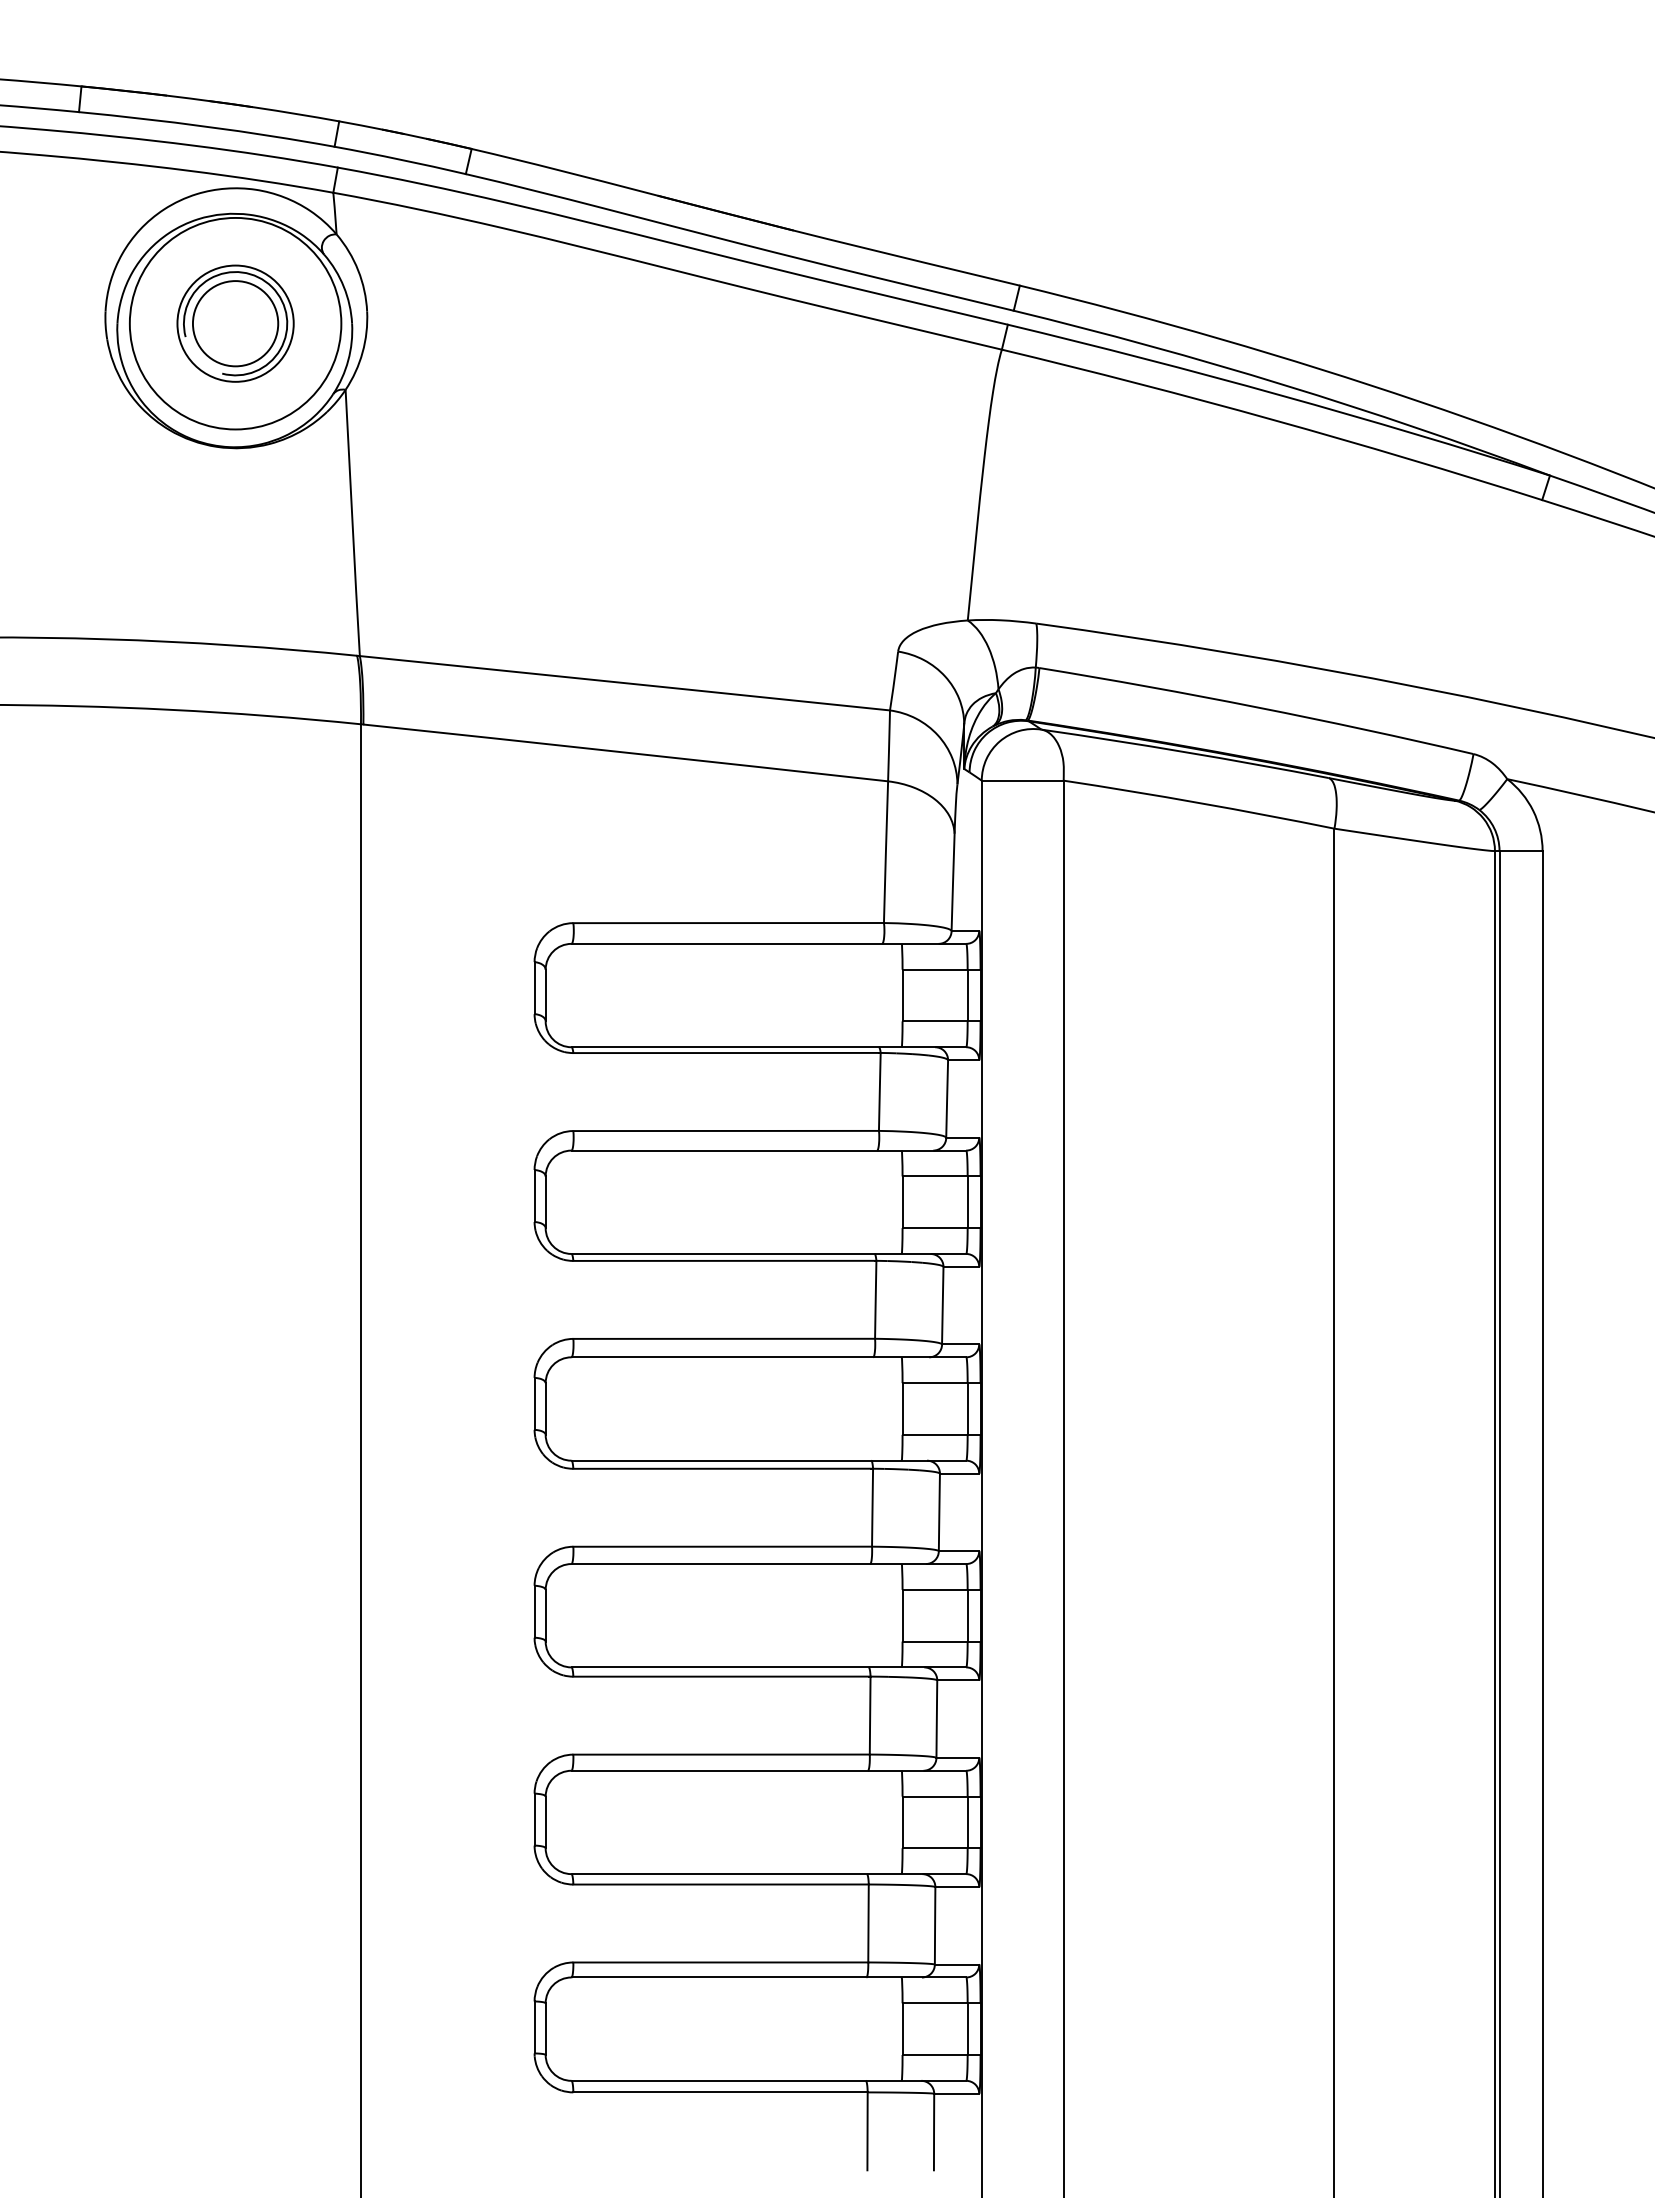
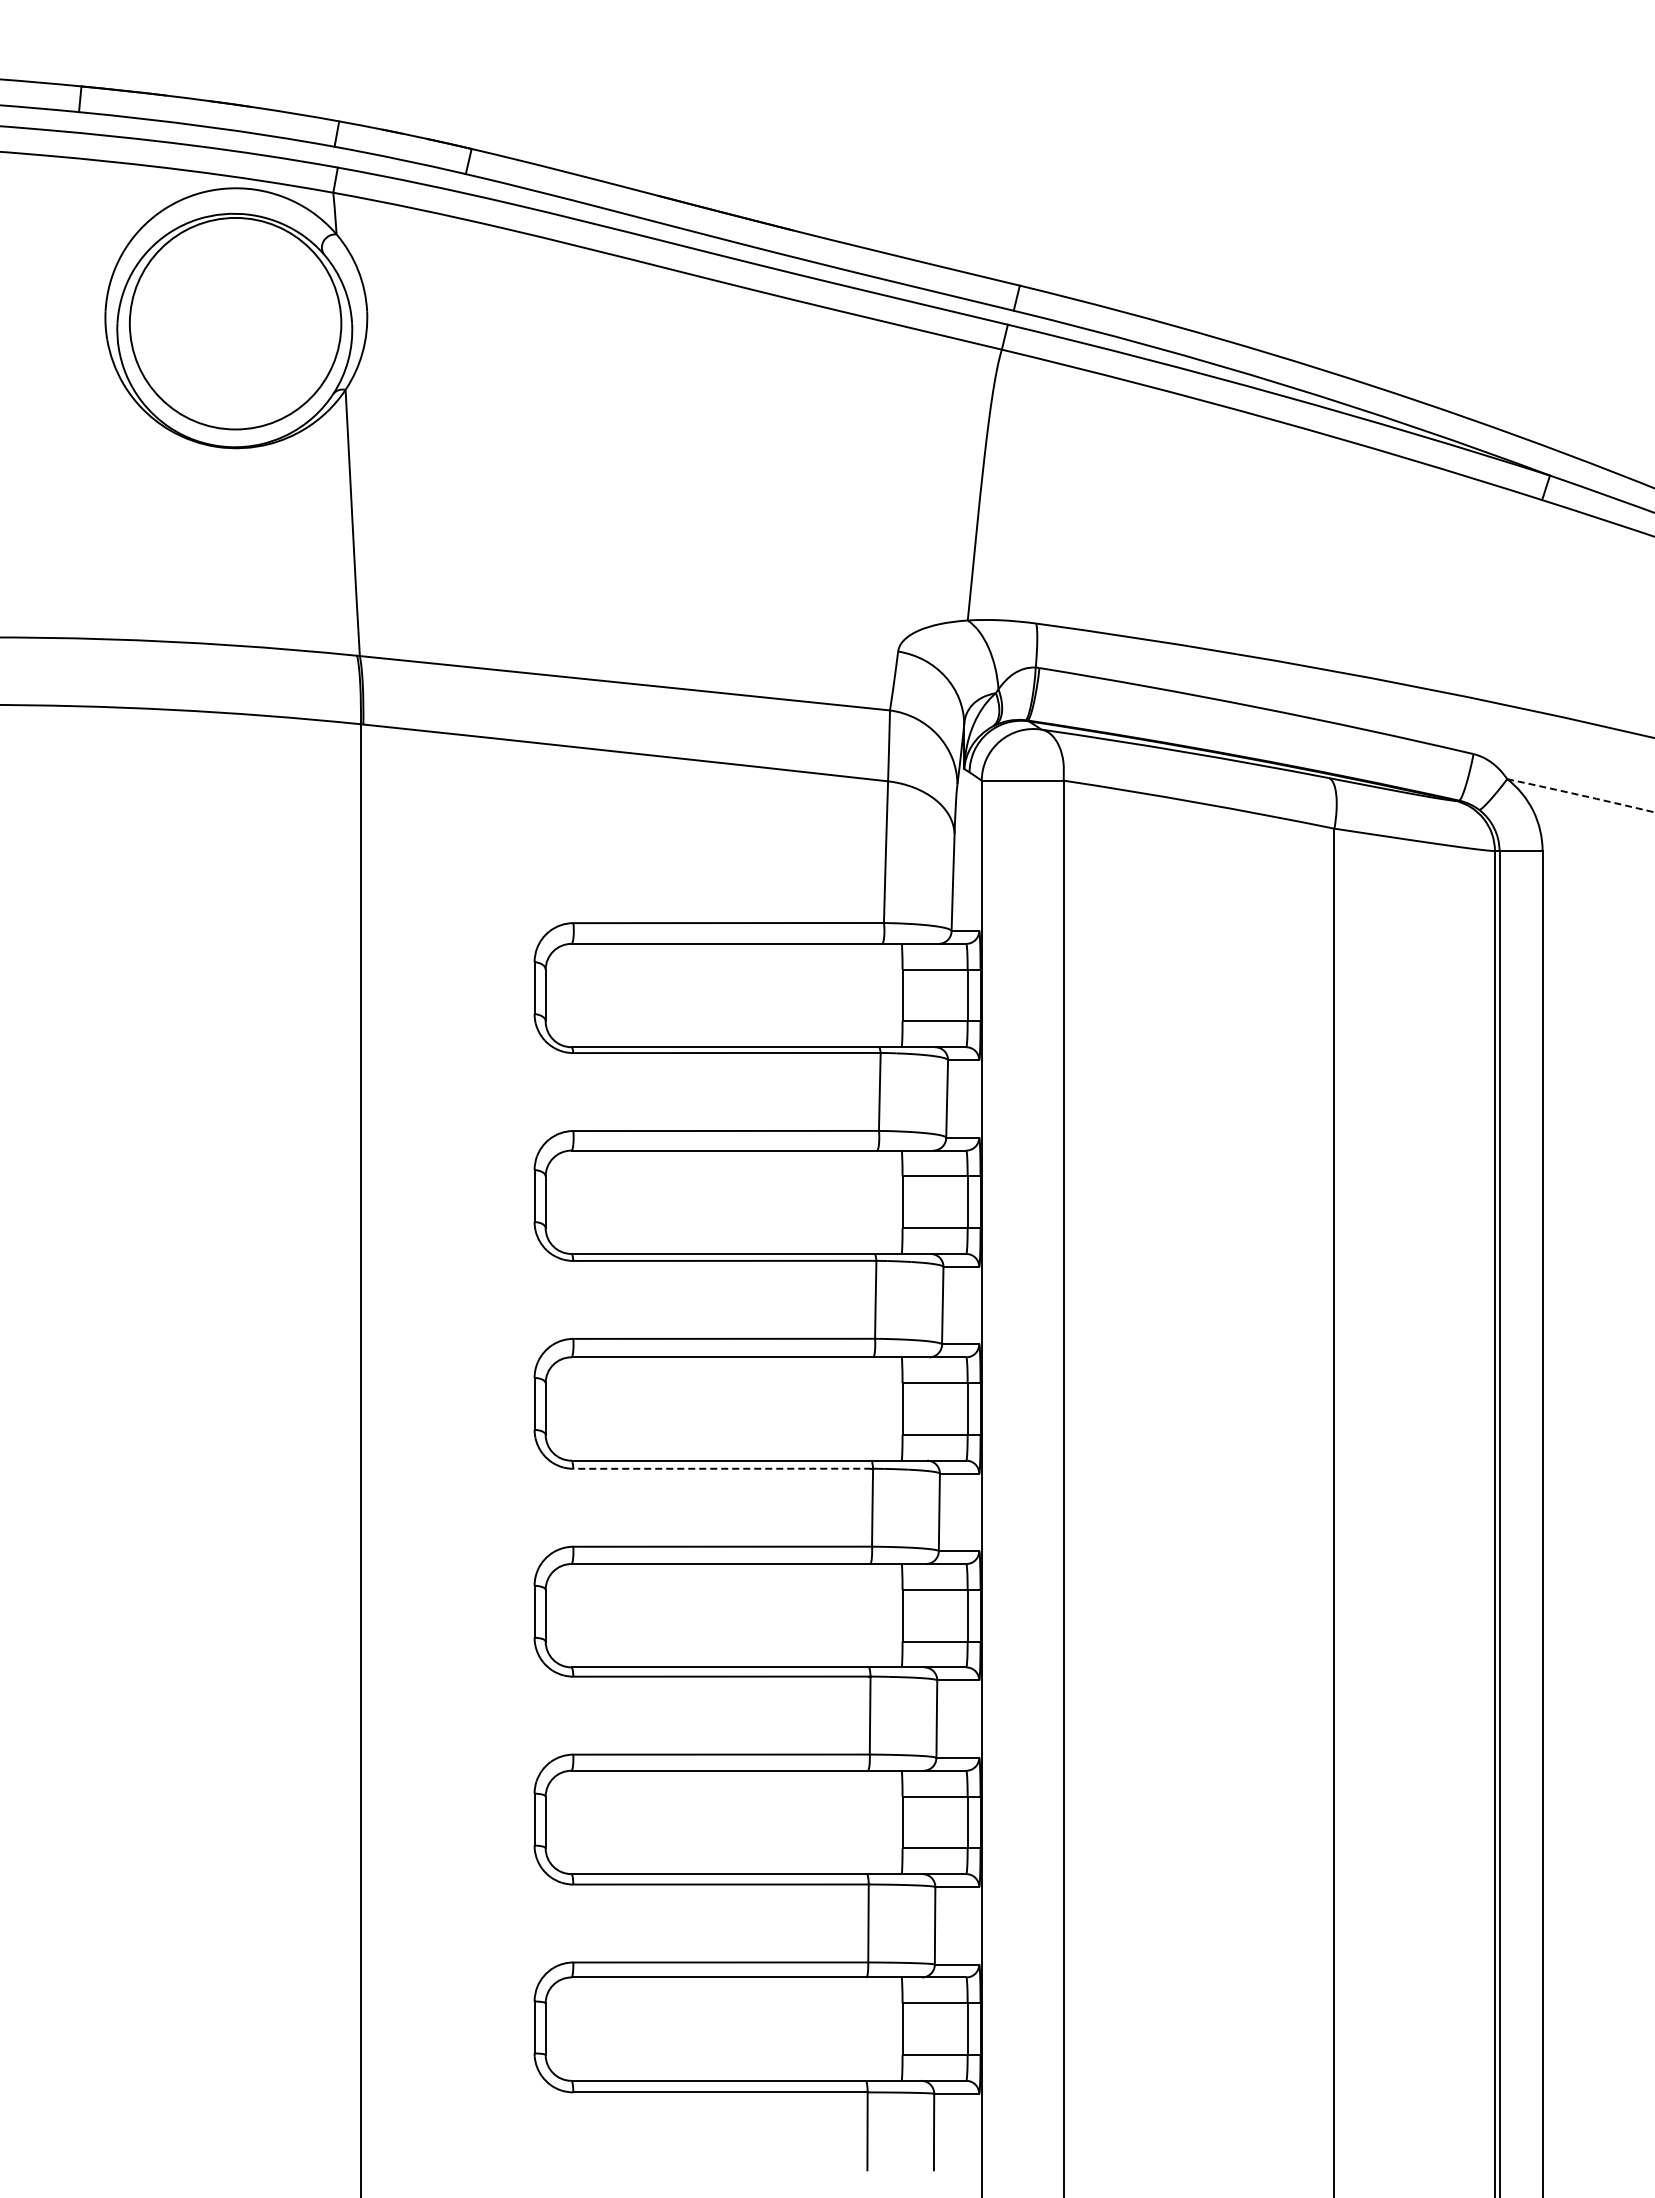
part at (235, 323): present -> none
arc at (1580, 795): solid -> dashed
line at (722, 1468): solid -> dashed
